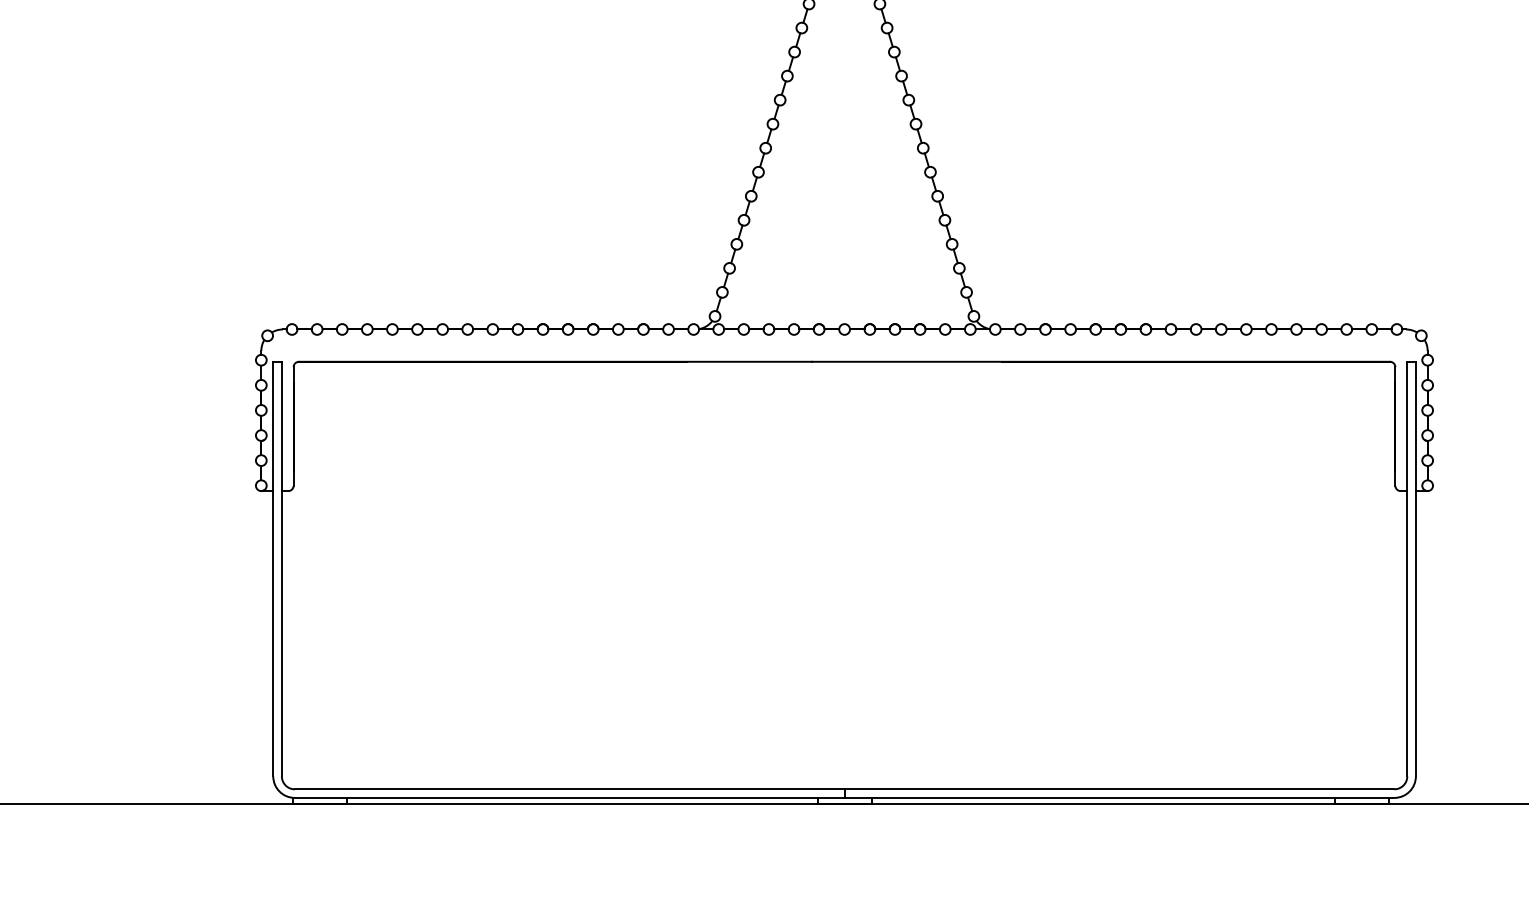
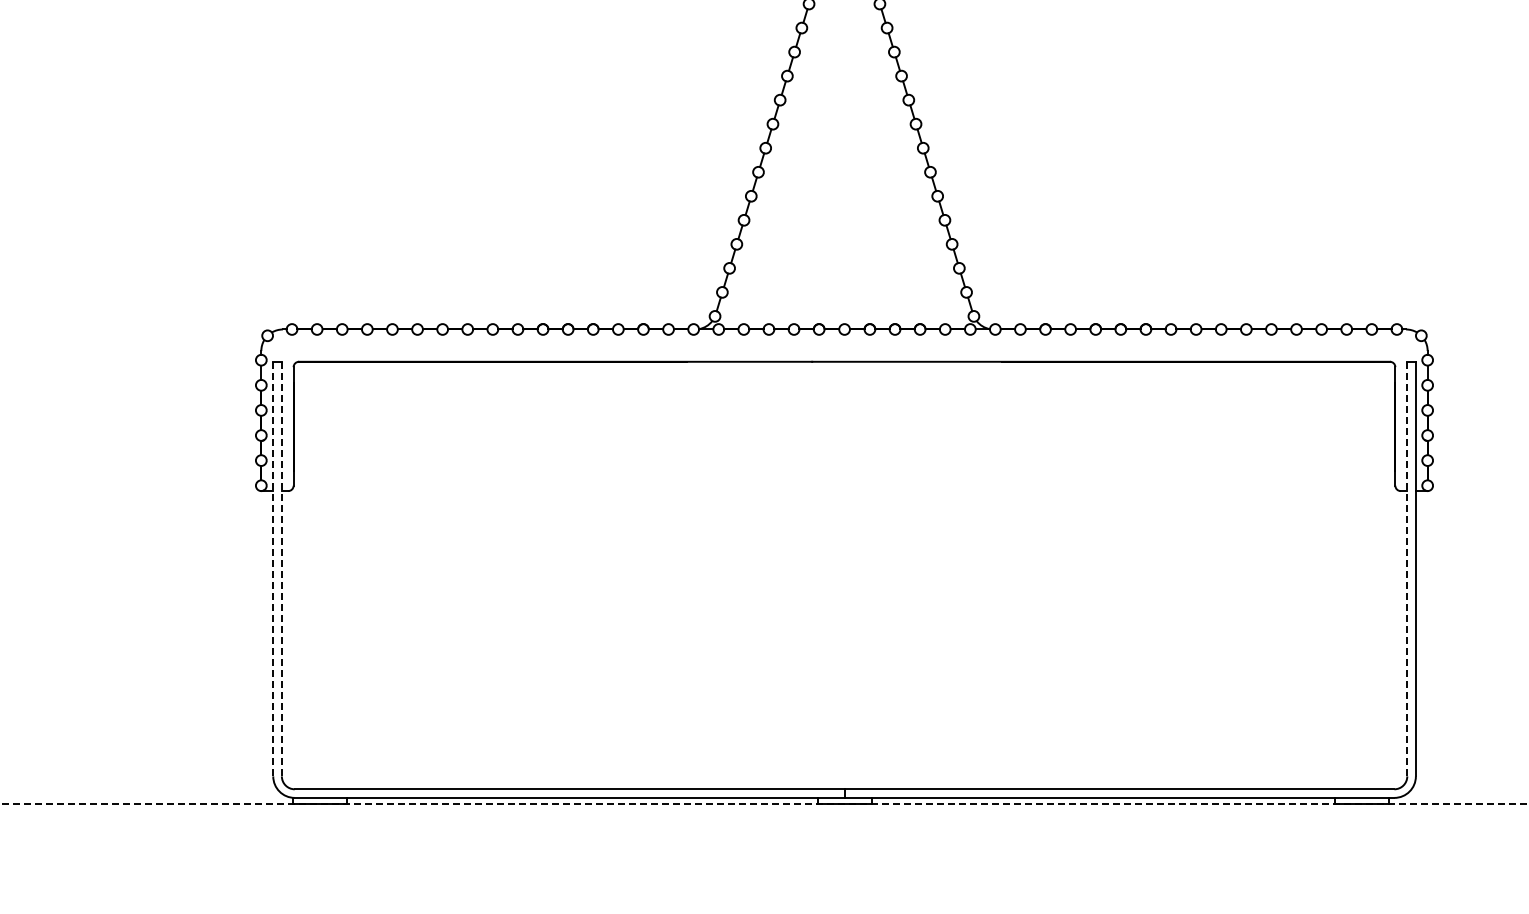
line at (281, 568): solid -> dashed
line at (273, 569): solid -> dashed
line at (1407, 569): solid -> dashed
line at (765, 804): solid -> dashed
